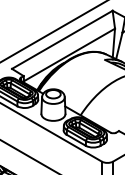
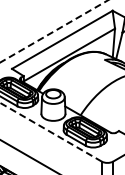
line at (54, 31): solid -> dashed
line at (51, 132): solid -> dashed
